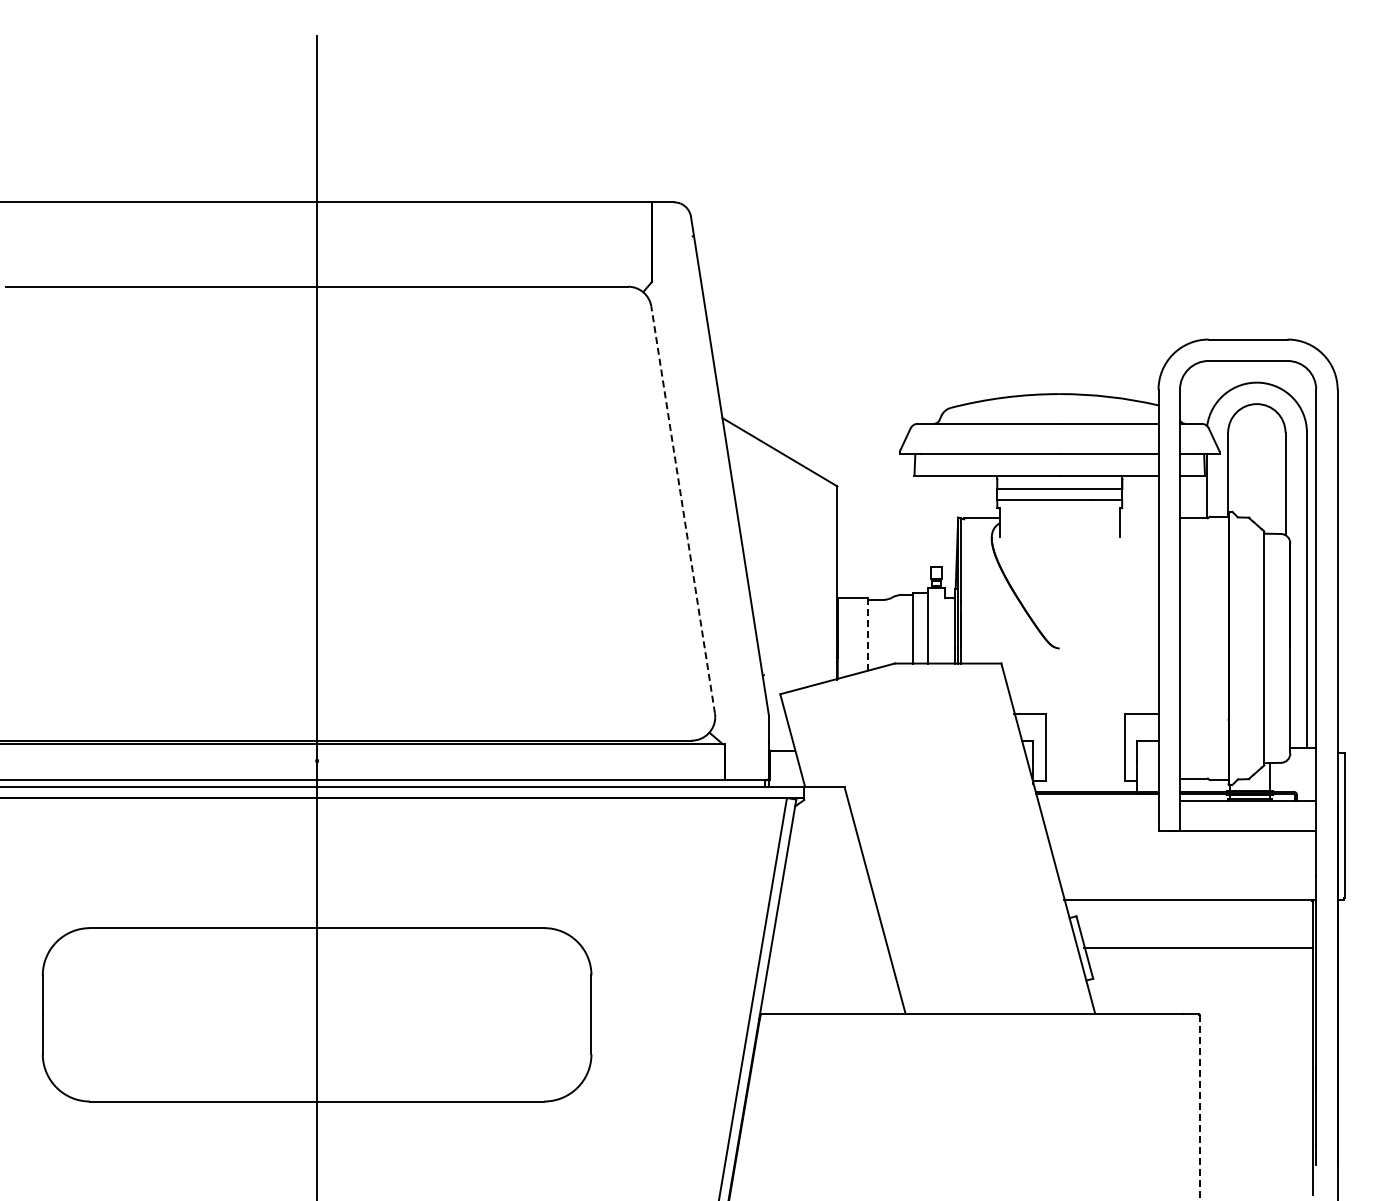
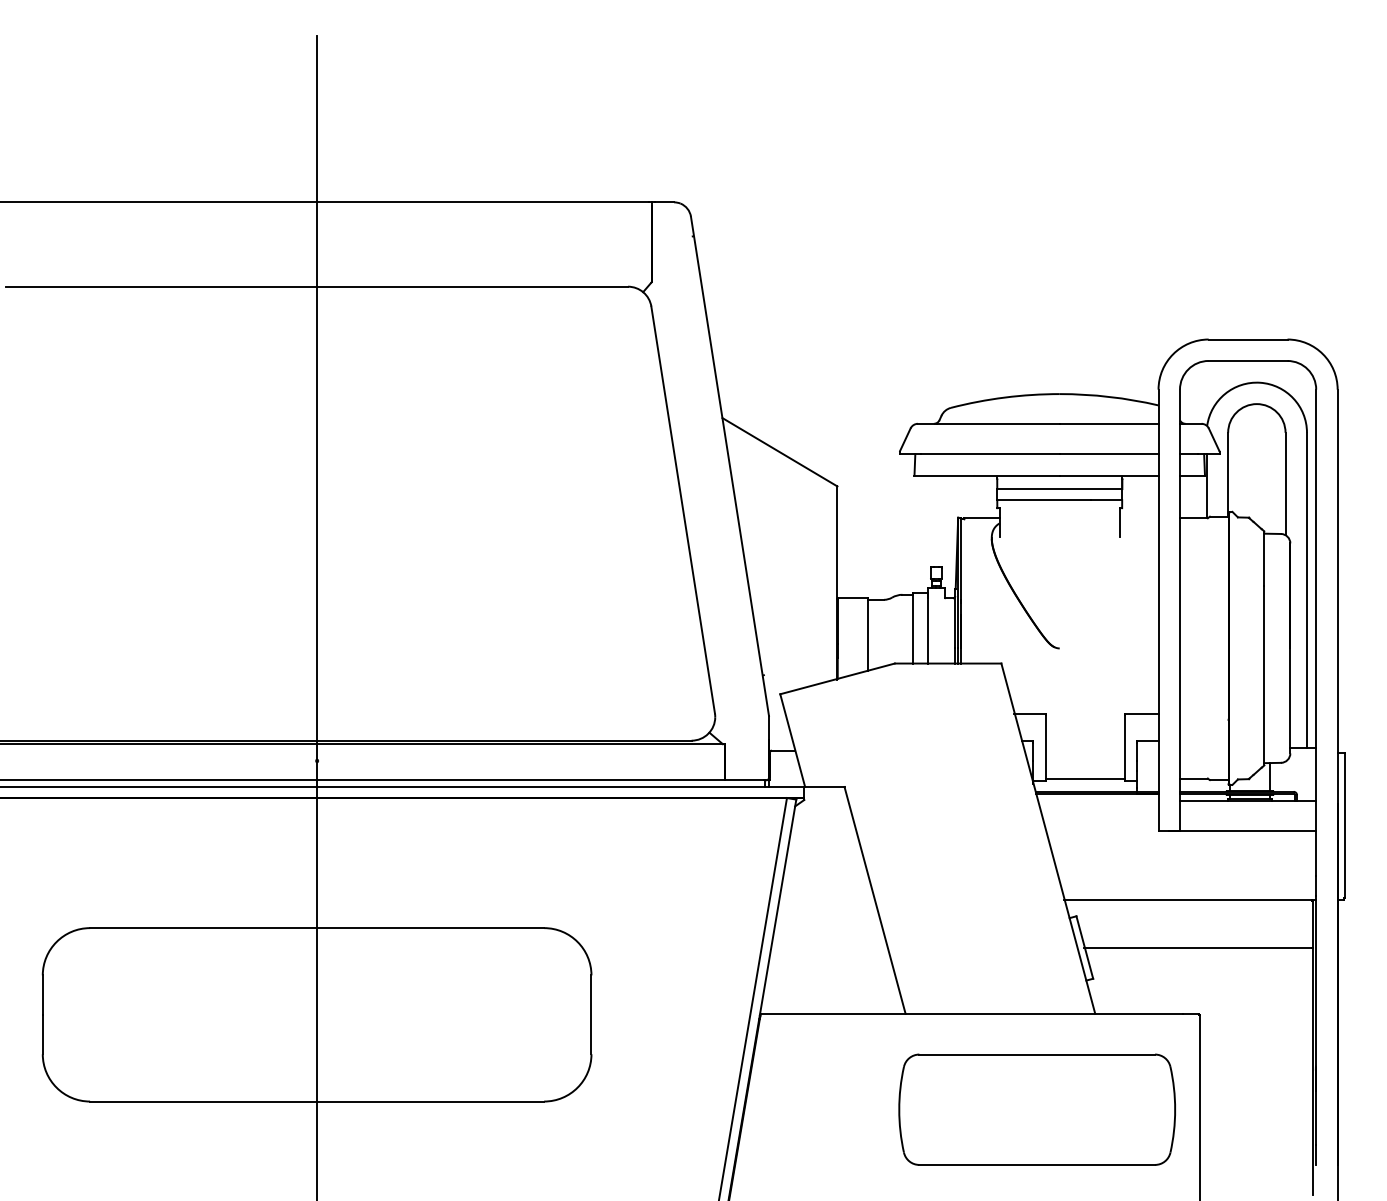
line at (683, 510): dashed -> solid
line at (867, 635): dashed -> solid
line at (1084, 778): none -> present
line at (1200, 1108): dashed -> solid
part at (1036, 1109): none -> present
